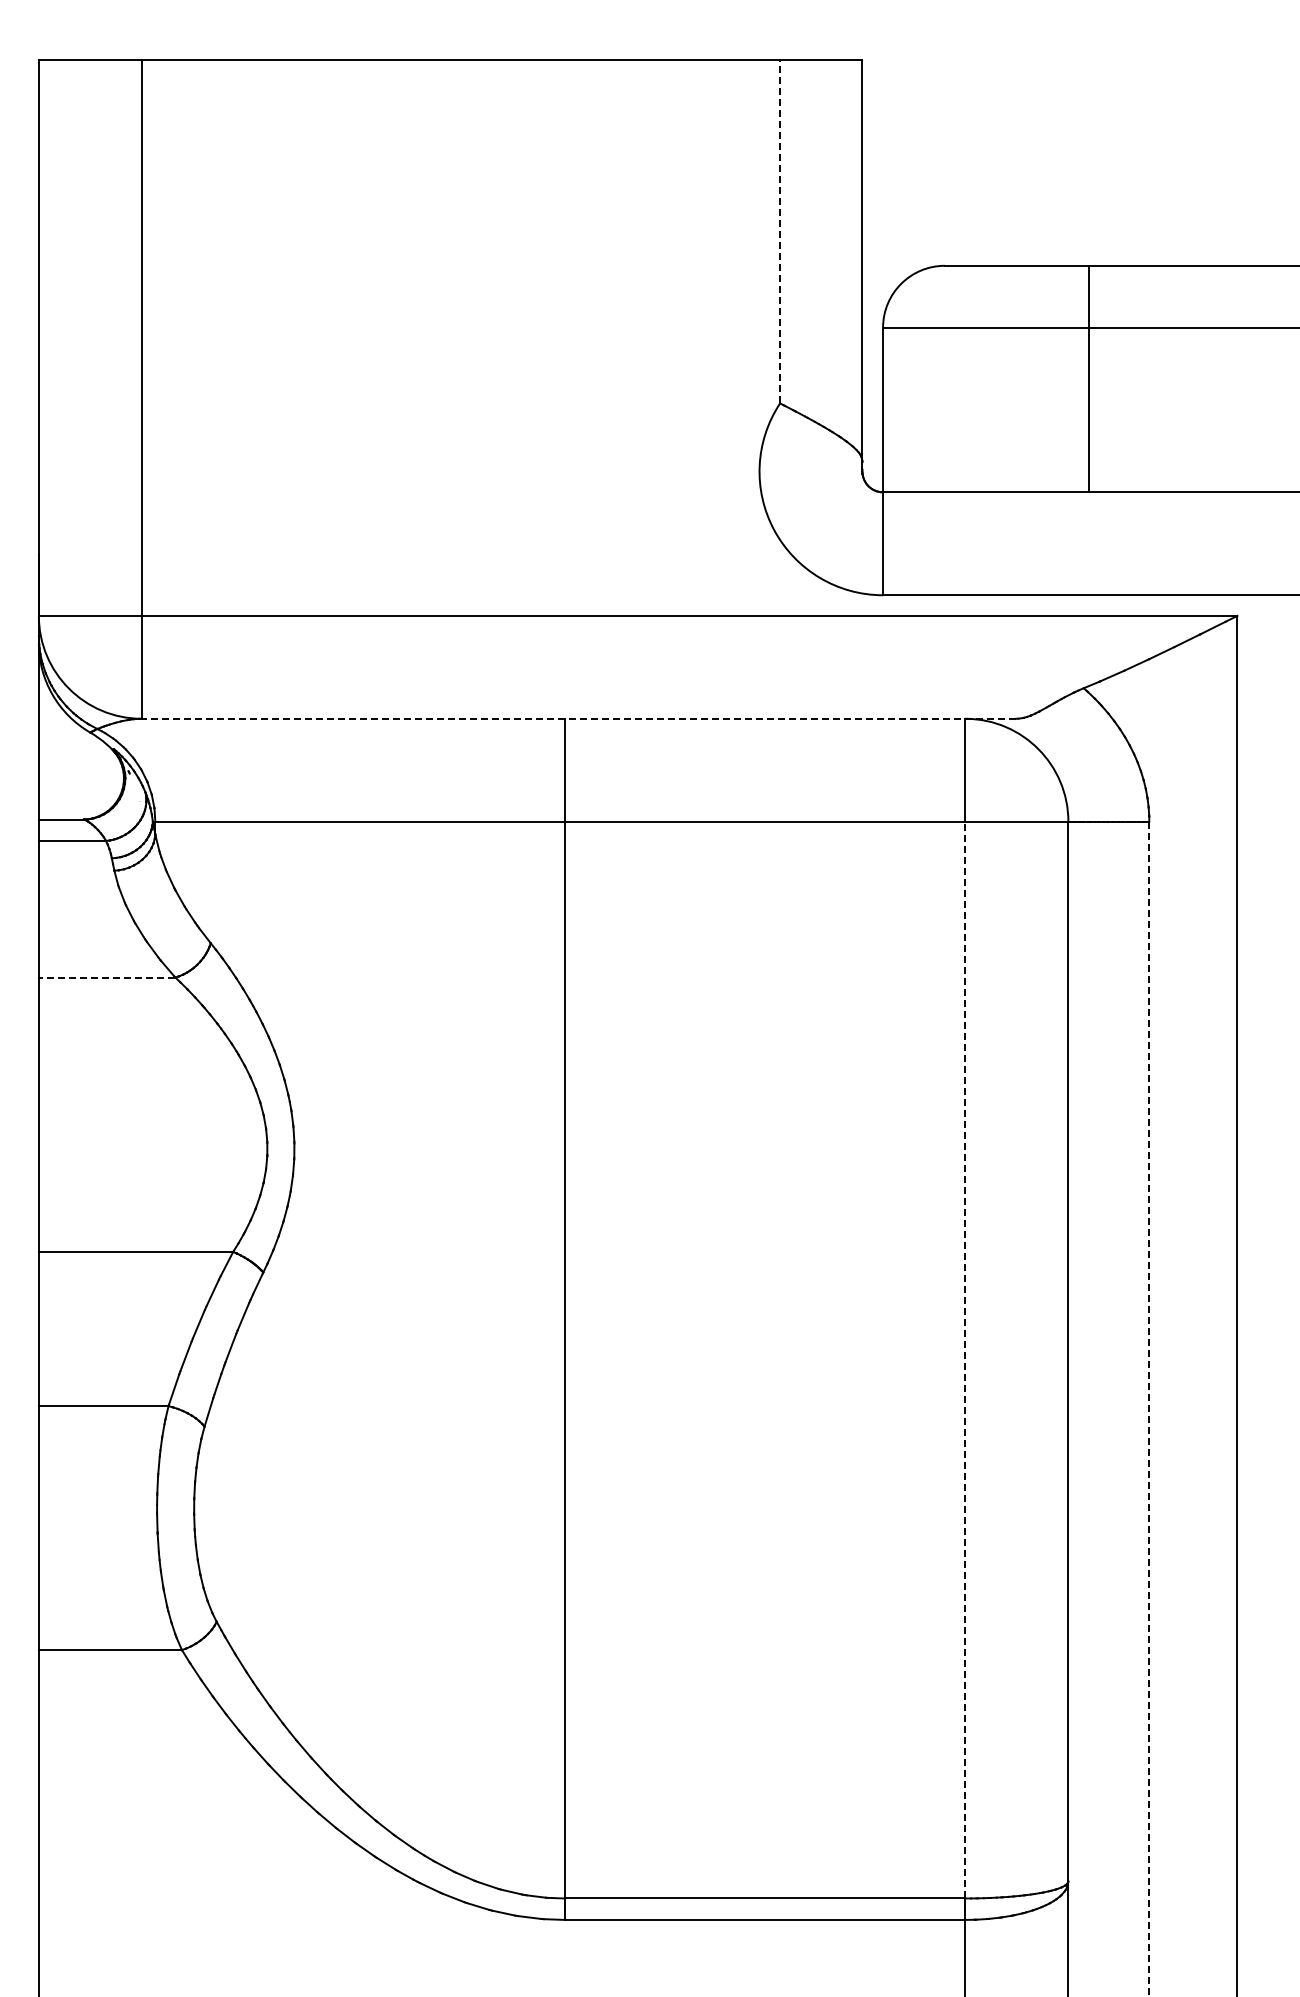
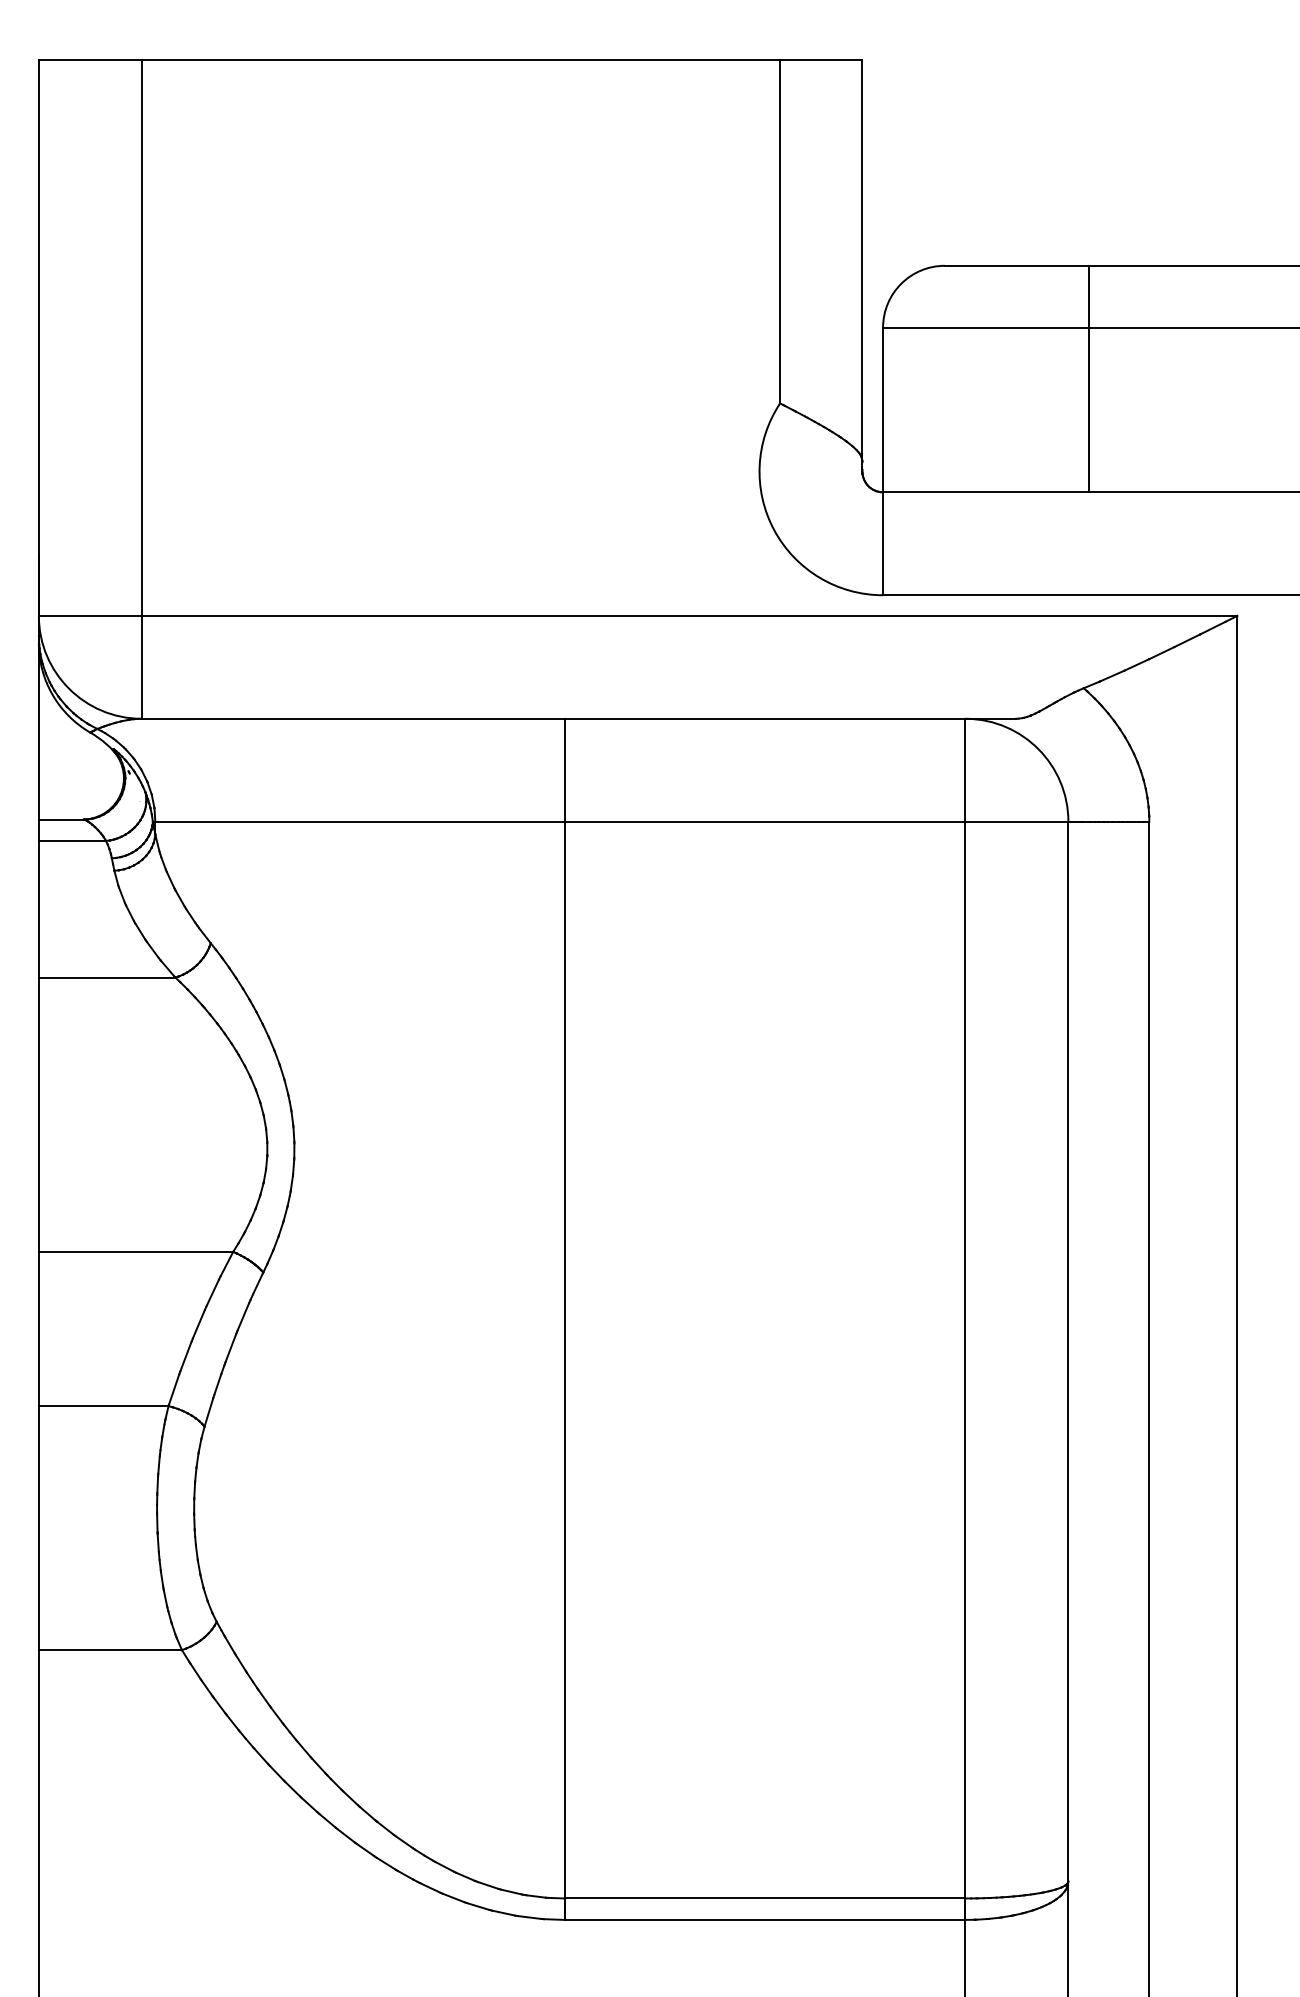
line at (780, 231): dashed -> solid
line at (578, 718): dashed -> solid
line at (106, 977): dashed -> solid
line at (965, 1359): dashed -> solid
line at (1149, 1409): dashed -> solid
